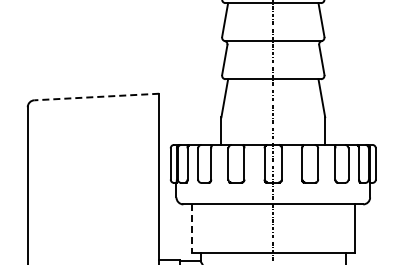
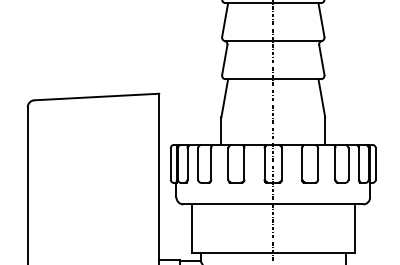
line at (96, 97): dashed -> solid
line at (191, 229): dashed -> solid
